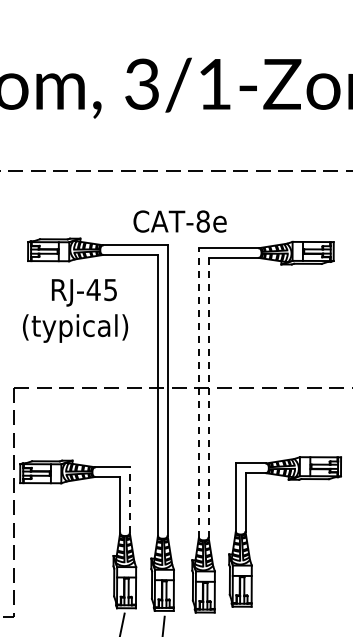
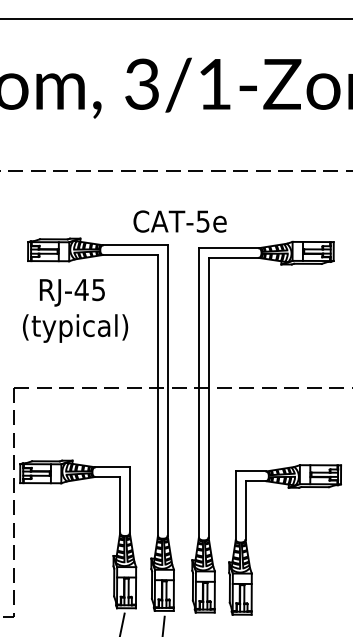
line at (175, 19): none -> present
text at (202, 221): CAT-8e -> CAT-5e
text at (84, 292) position: (84, 292) -> (72, 292)
line at (198, 392): dashed -> solid
line at (208, 397): dashed -> solid
line at (129, 499): dashed -> solid
part at (247, 536) position: (247, 536) -> (247, 544)
